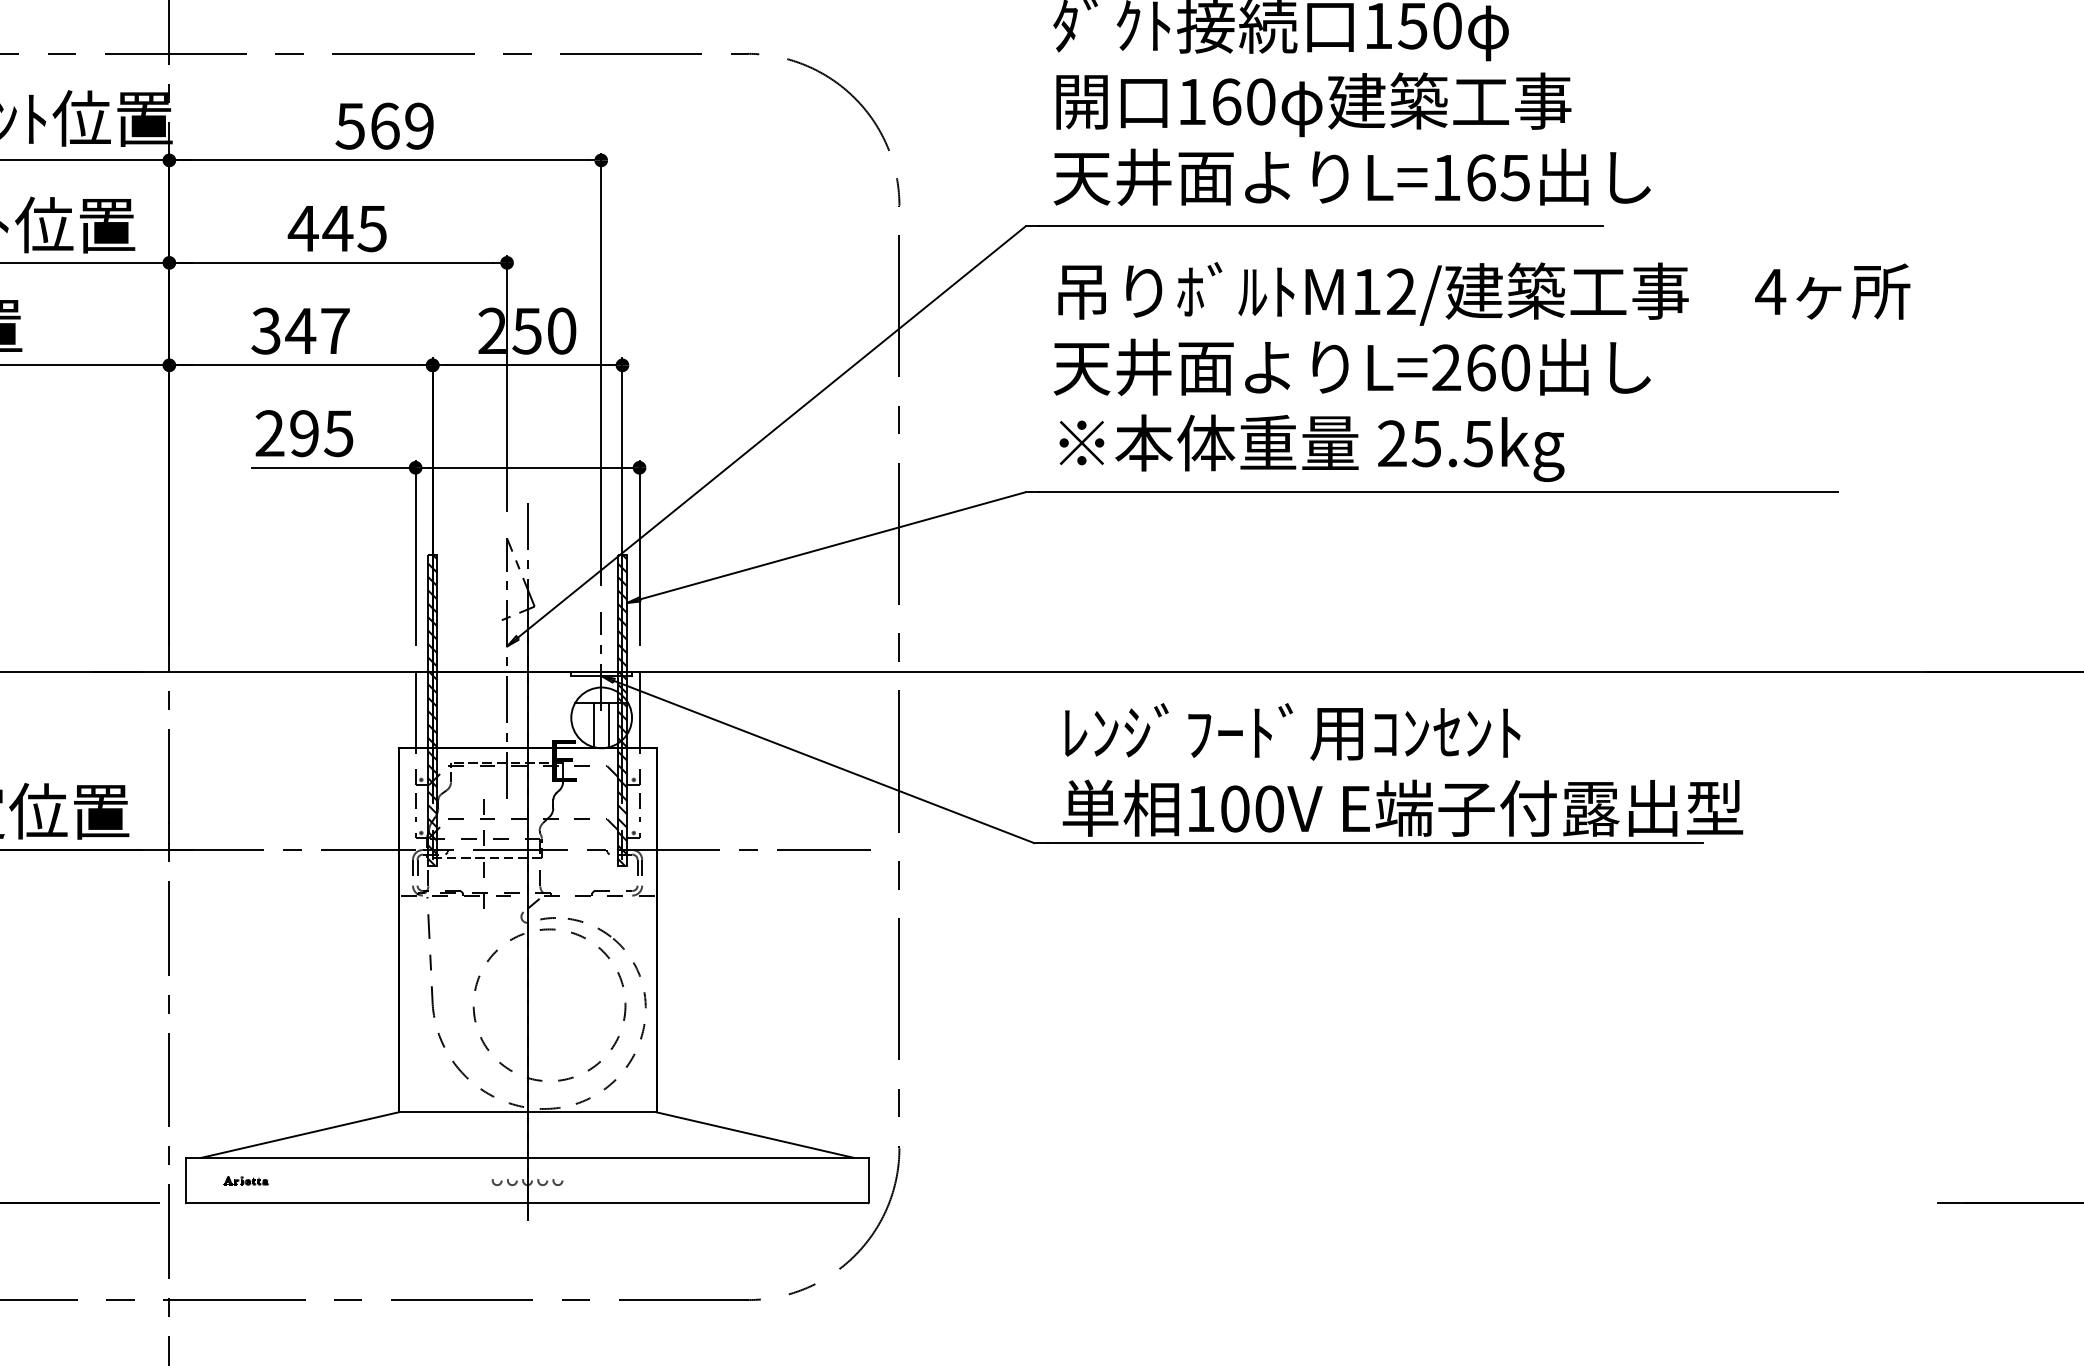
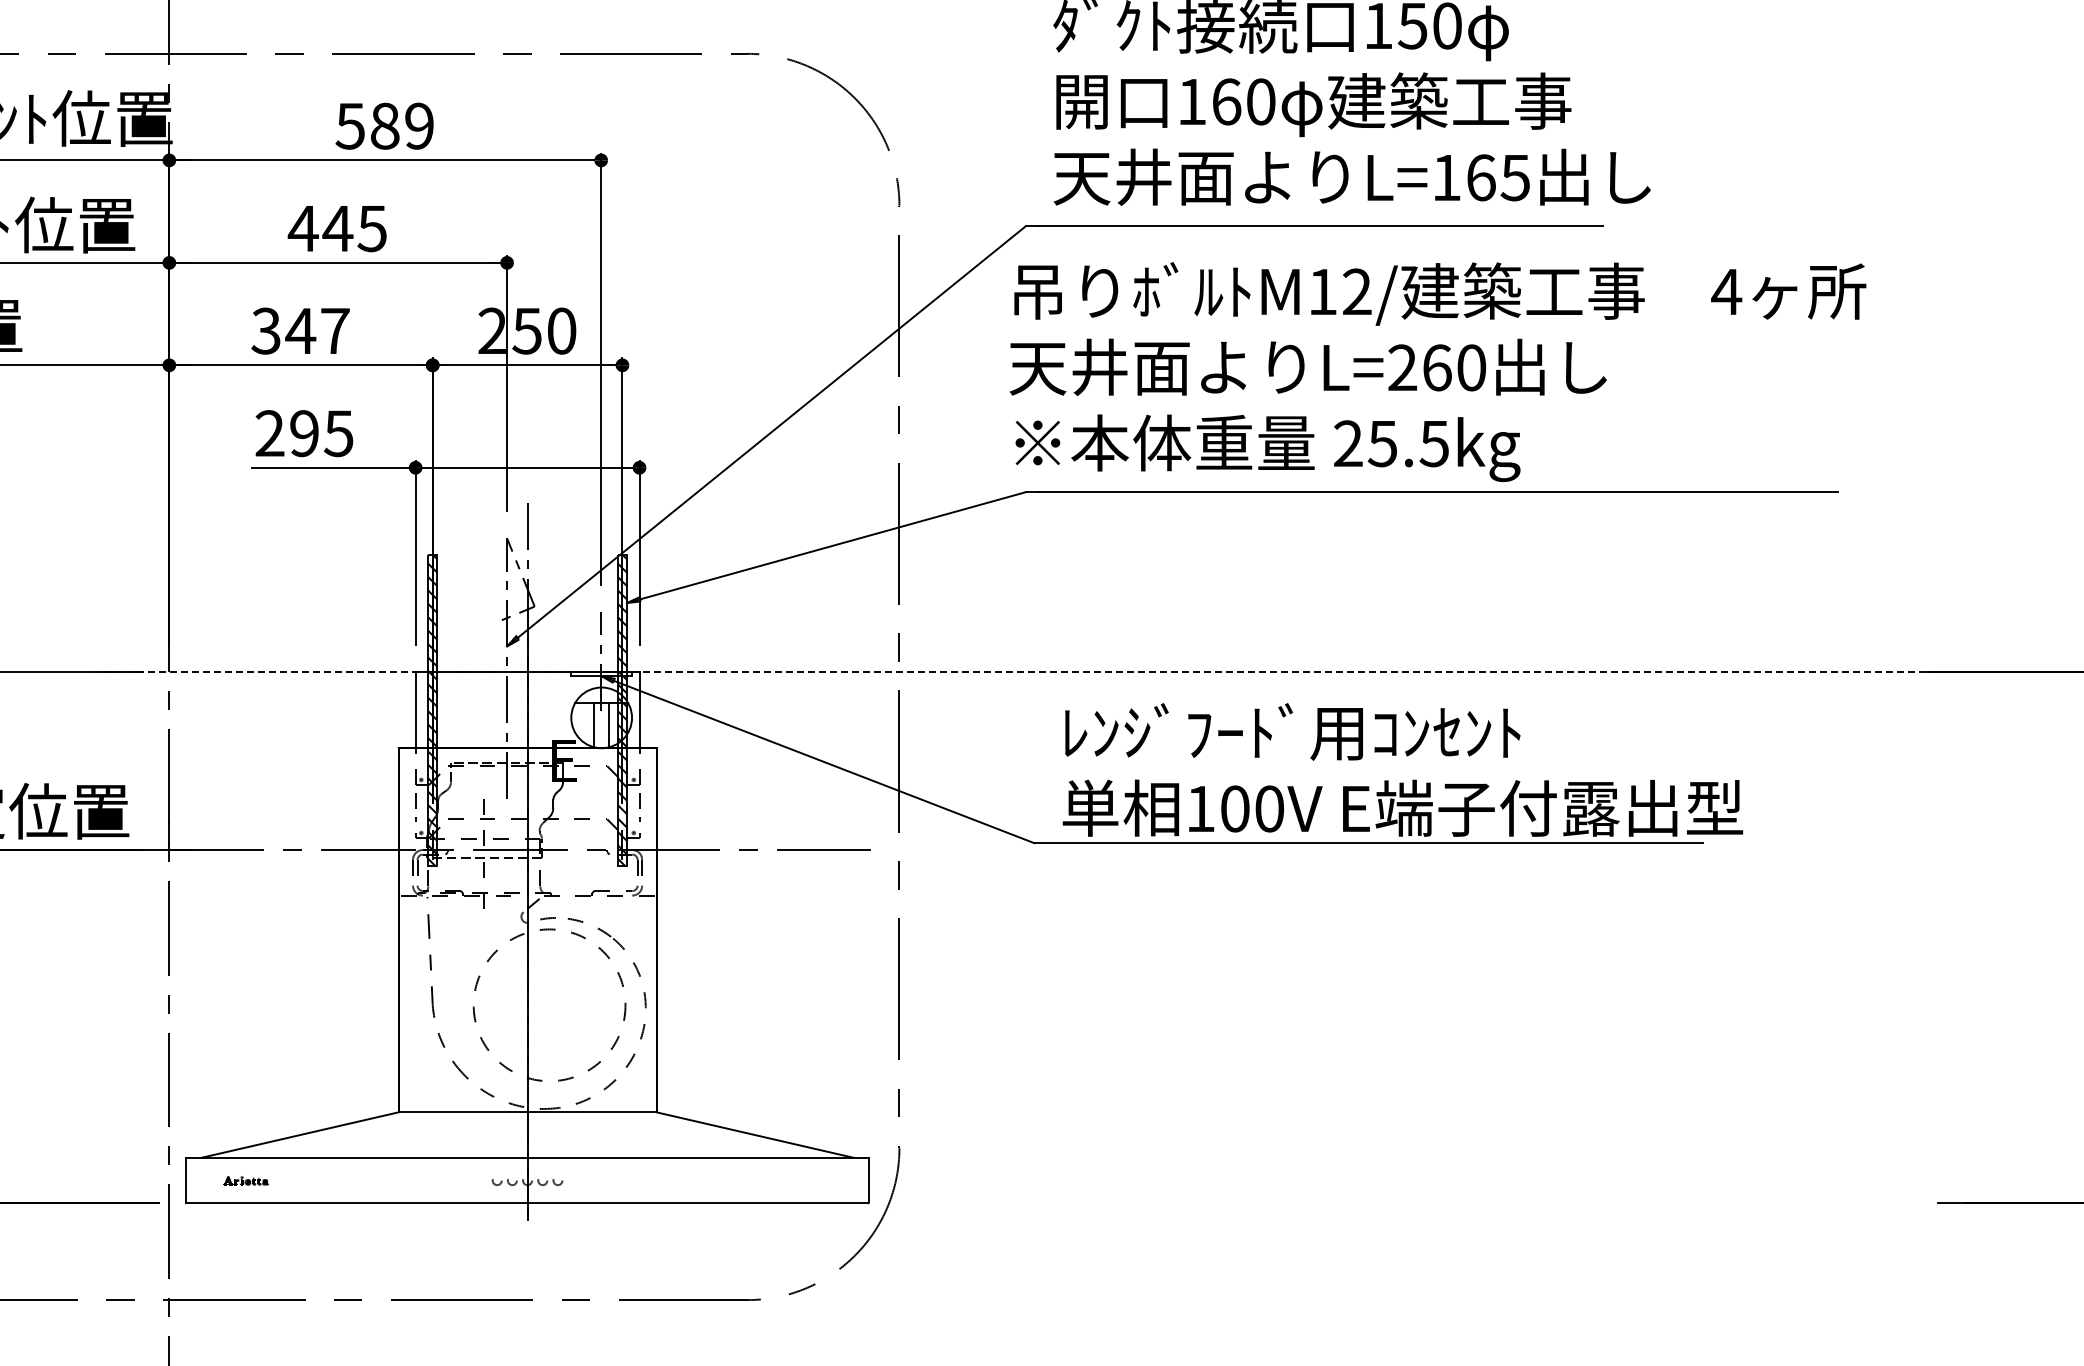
text at (385, 125): 569 -> 589
text at (1481, 371) position: (1481, 371) -> (1437, 371)
line at (1088, 672): solid -> dashed
